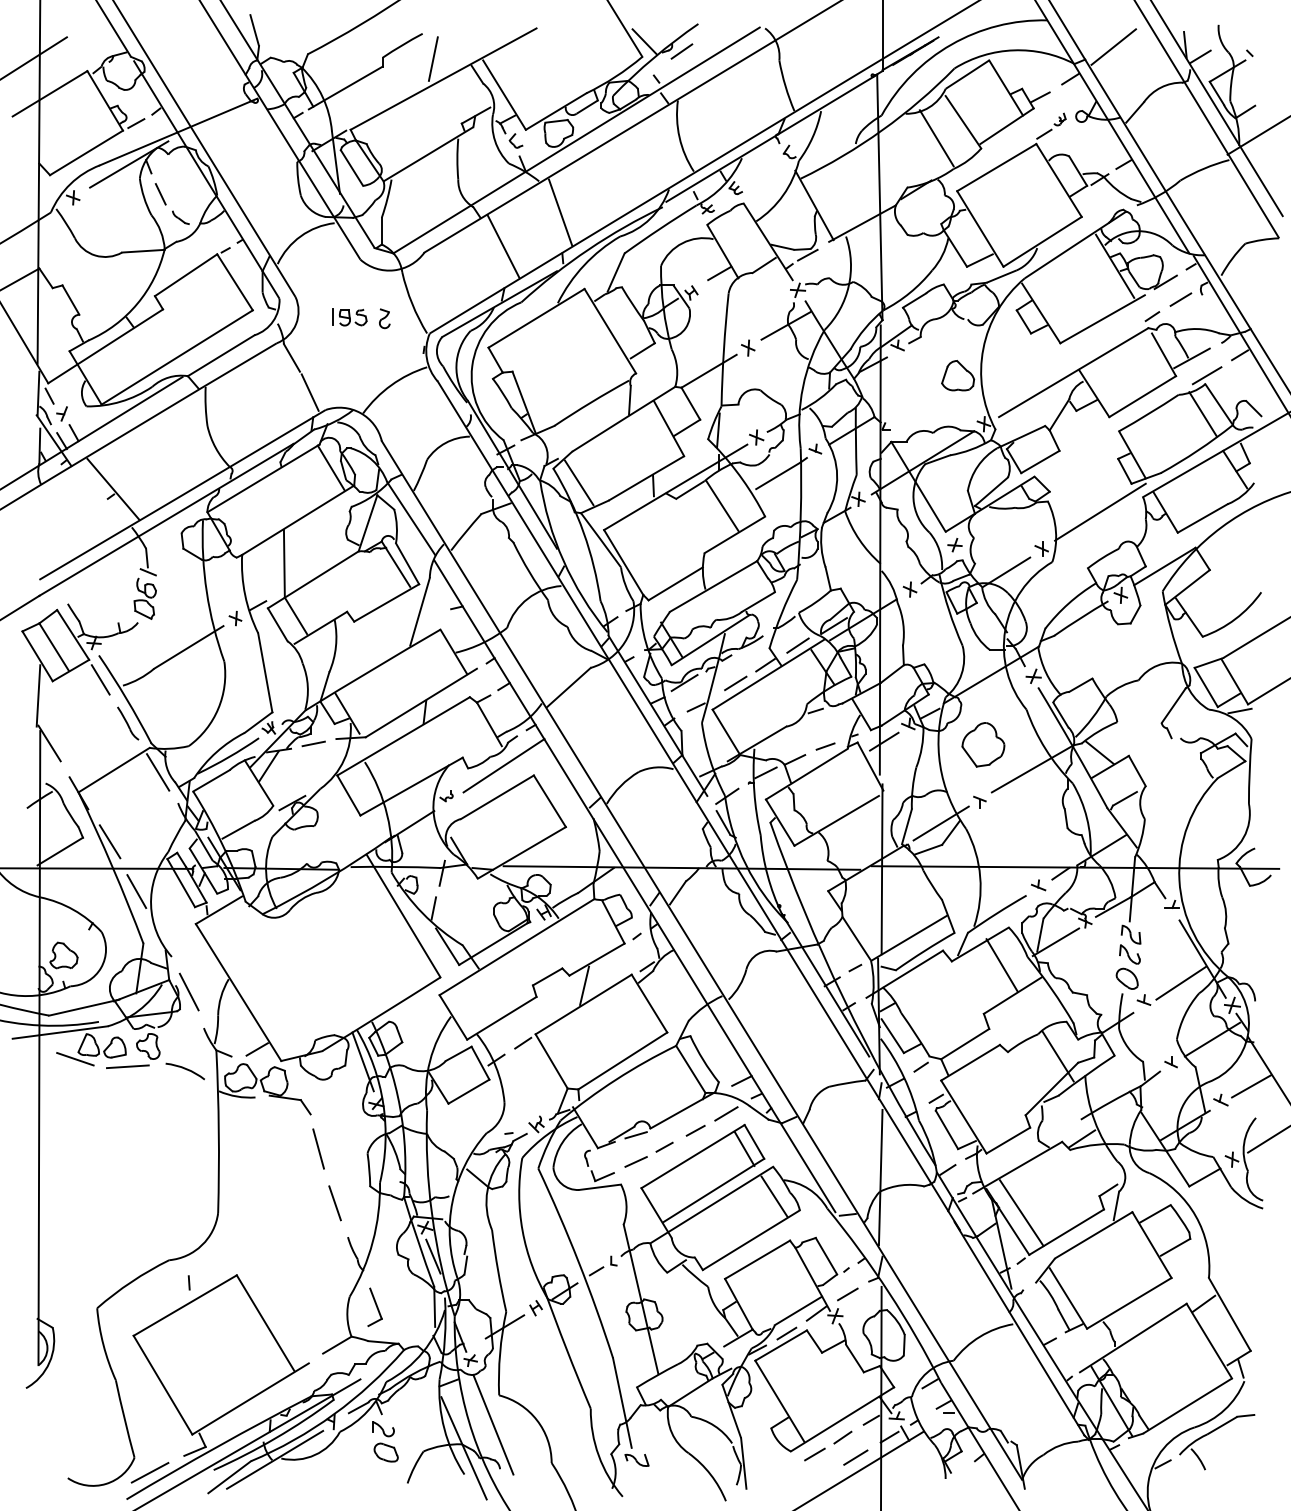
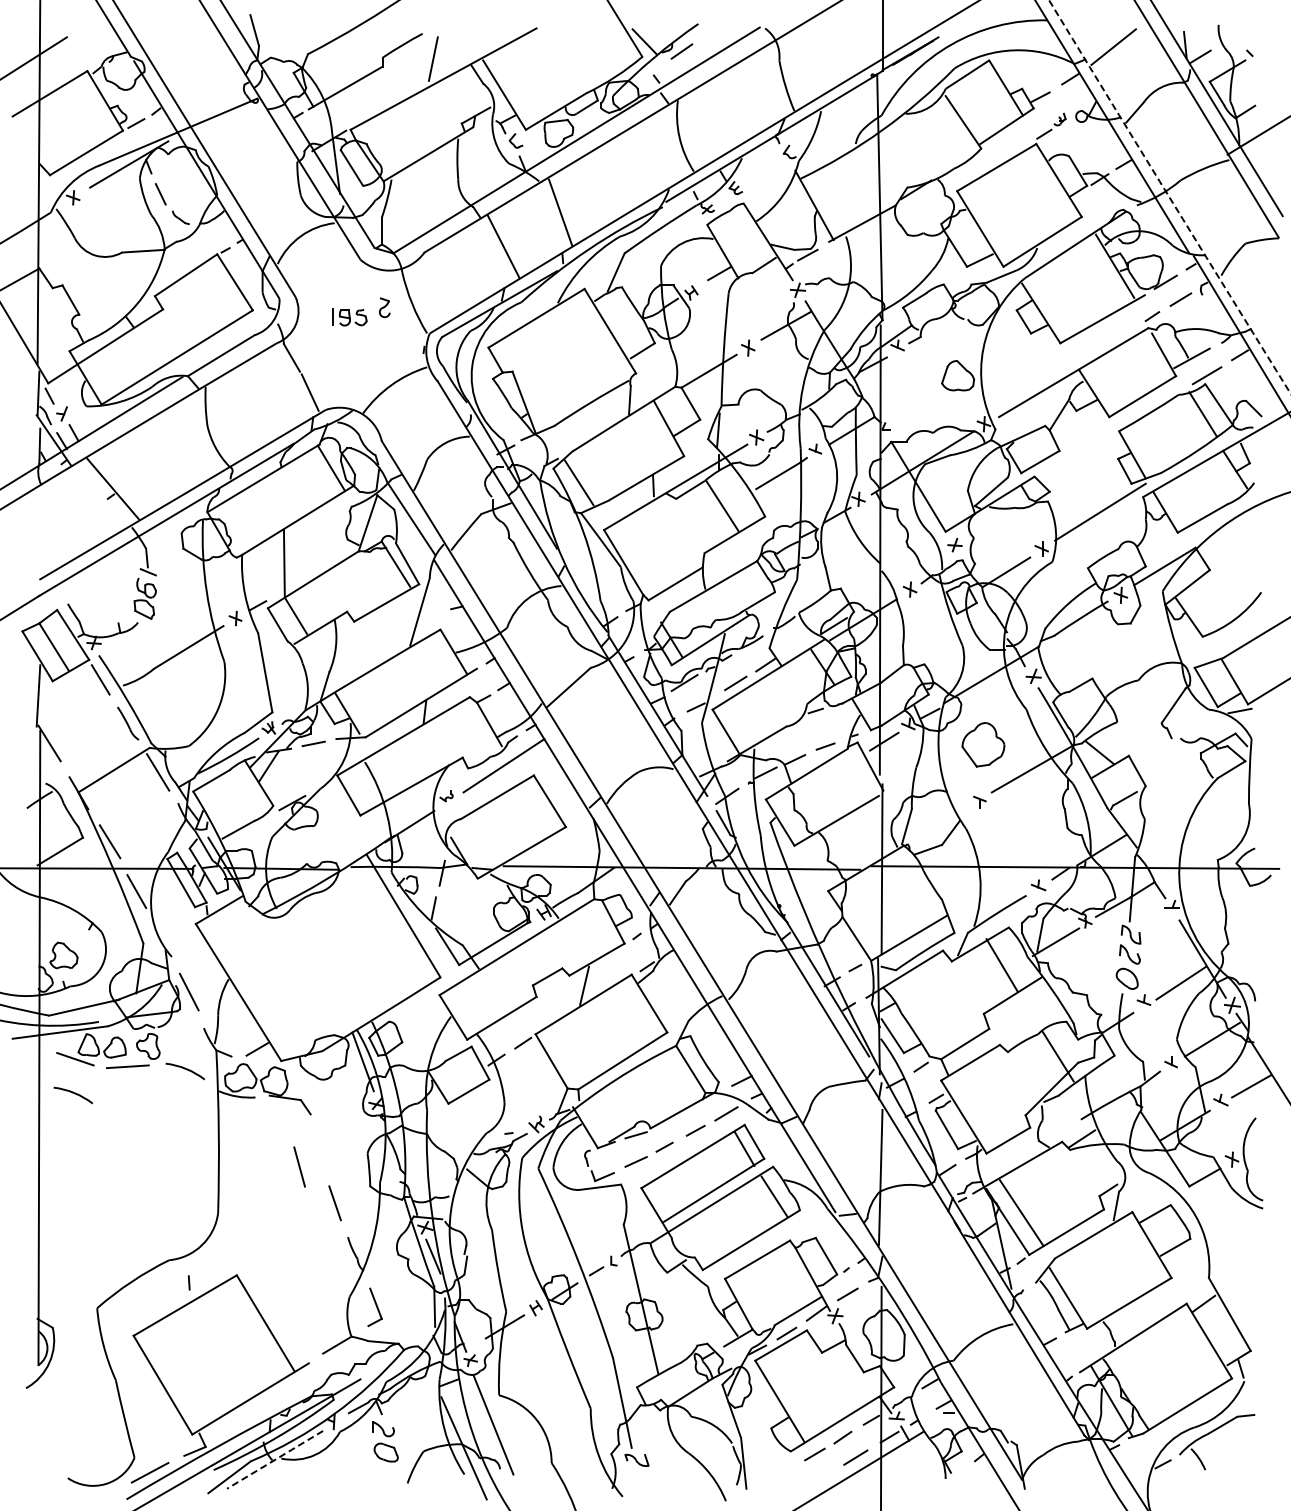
line at (936, 138): present -> none
arc at (1169, 197): solid -> dashed
part at (384, 318) position: (384, 318) -> (384, 307)
line at (797, 645): present -> none
line at (940, 823): present -> none
arc at (72, 1093): none -> present
line at (1267, 1139): present -> none
line at (318, 1148) position: (318, 1148) -> (299, 1166)
line at (274, 1460): solid -> dashed
